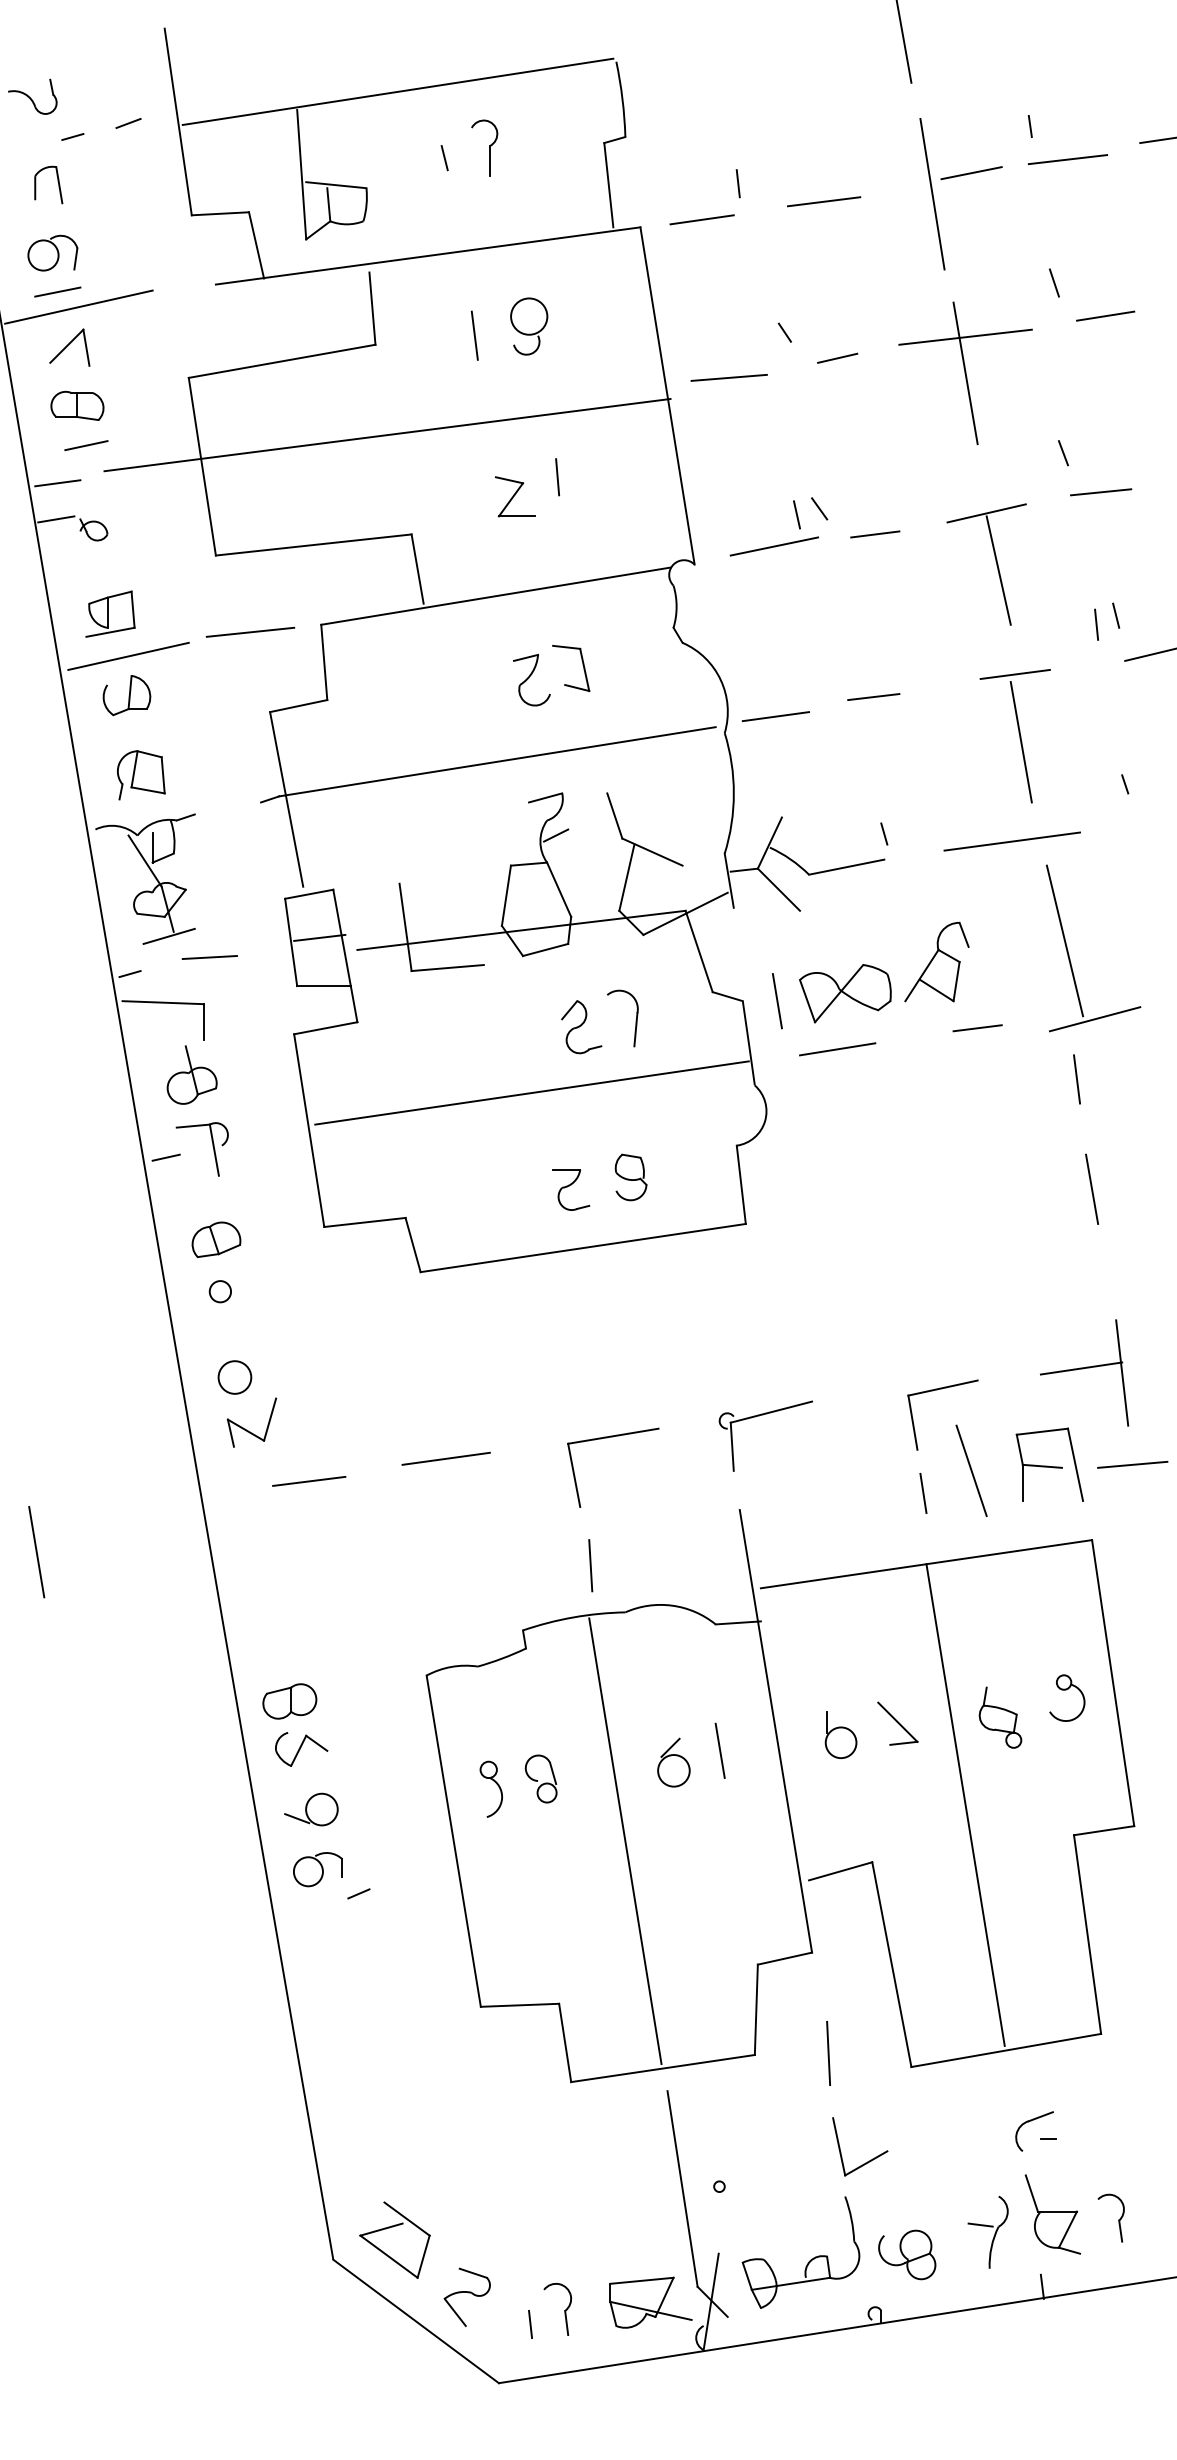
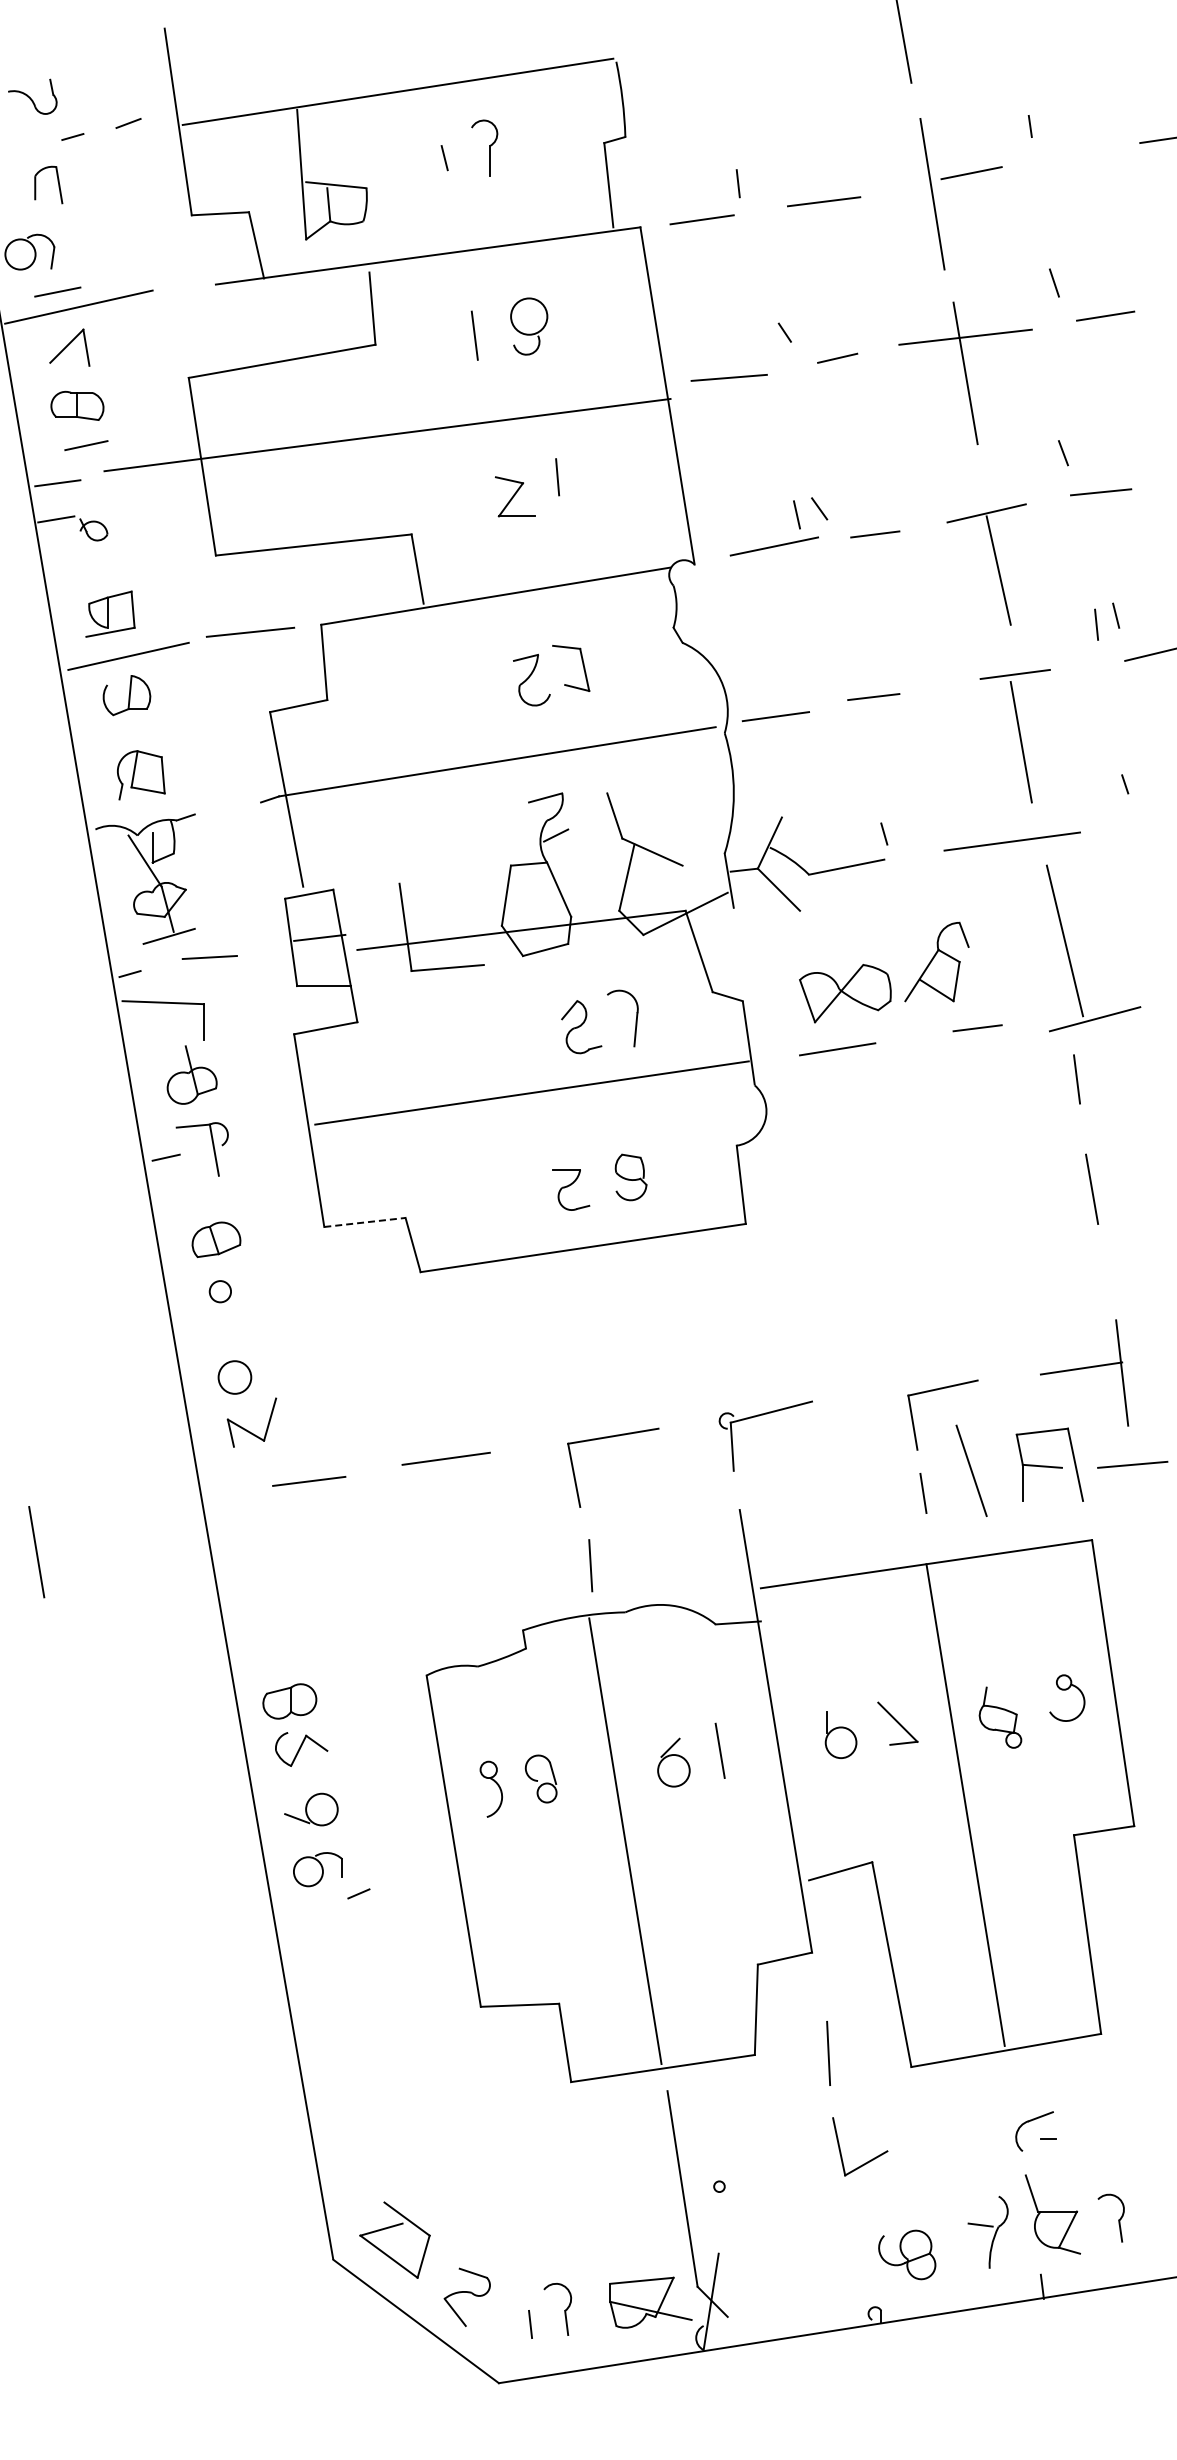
line at (1067, 159): present -> none
part at (52, 252) position: (52, 252) -> (29, 251)
line at (776, 1001): present -> none
line at (364, 1222): solid -> dashed
part at (809, 2260): present -> none
